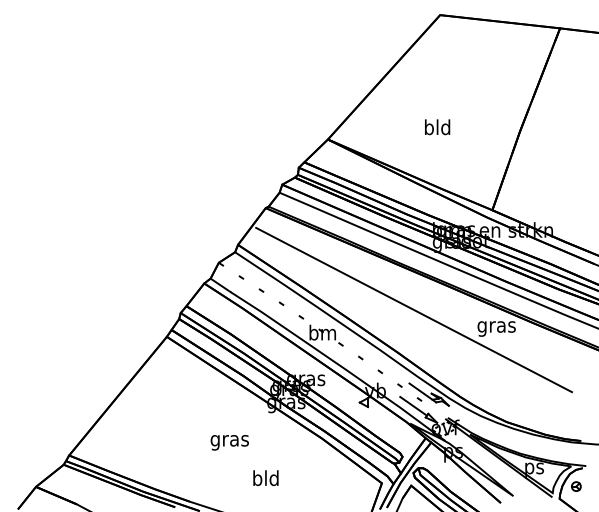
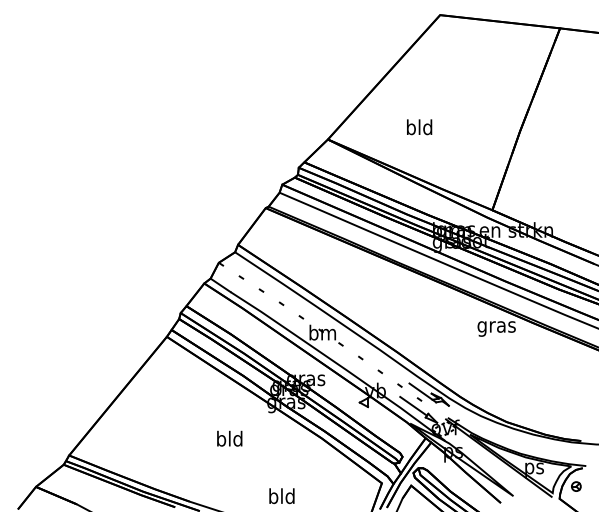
text at (437, 127) position: (437, 127) -> (419, 127)
line at (413, 309): present -> none
text at (229, 440): gras -> bld
text at (265, 478) position: (265, 478) -> (281, 496)
